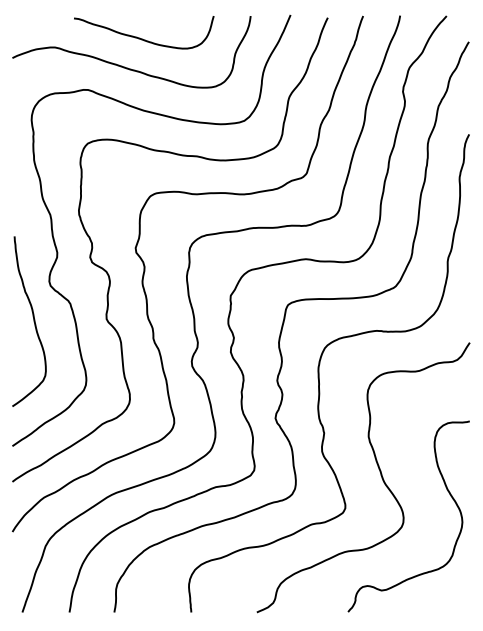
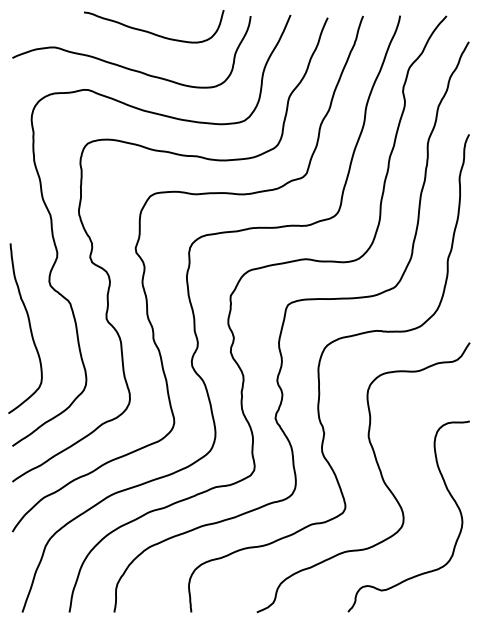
curve at (142, 38) position: (142, 38) -> (152, 32)
curve at (33, 321) position: (33, 321) -> (29, 328)
